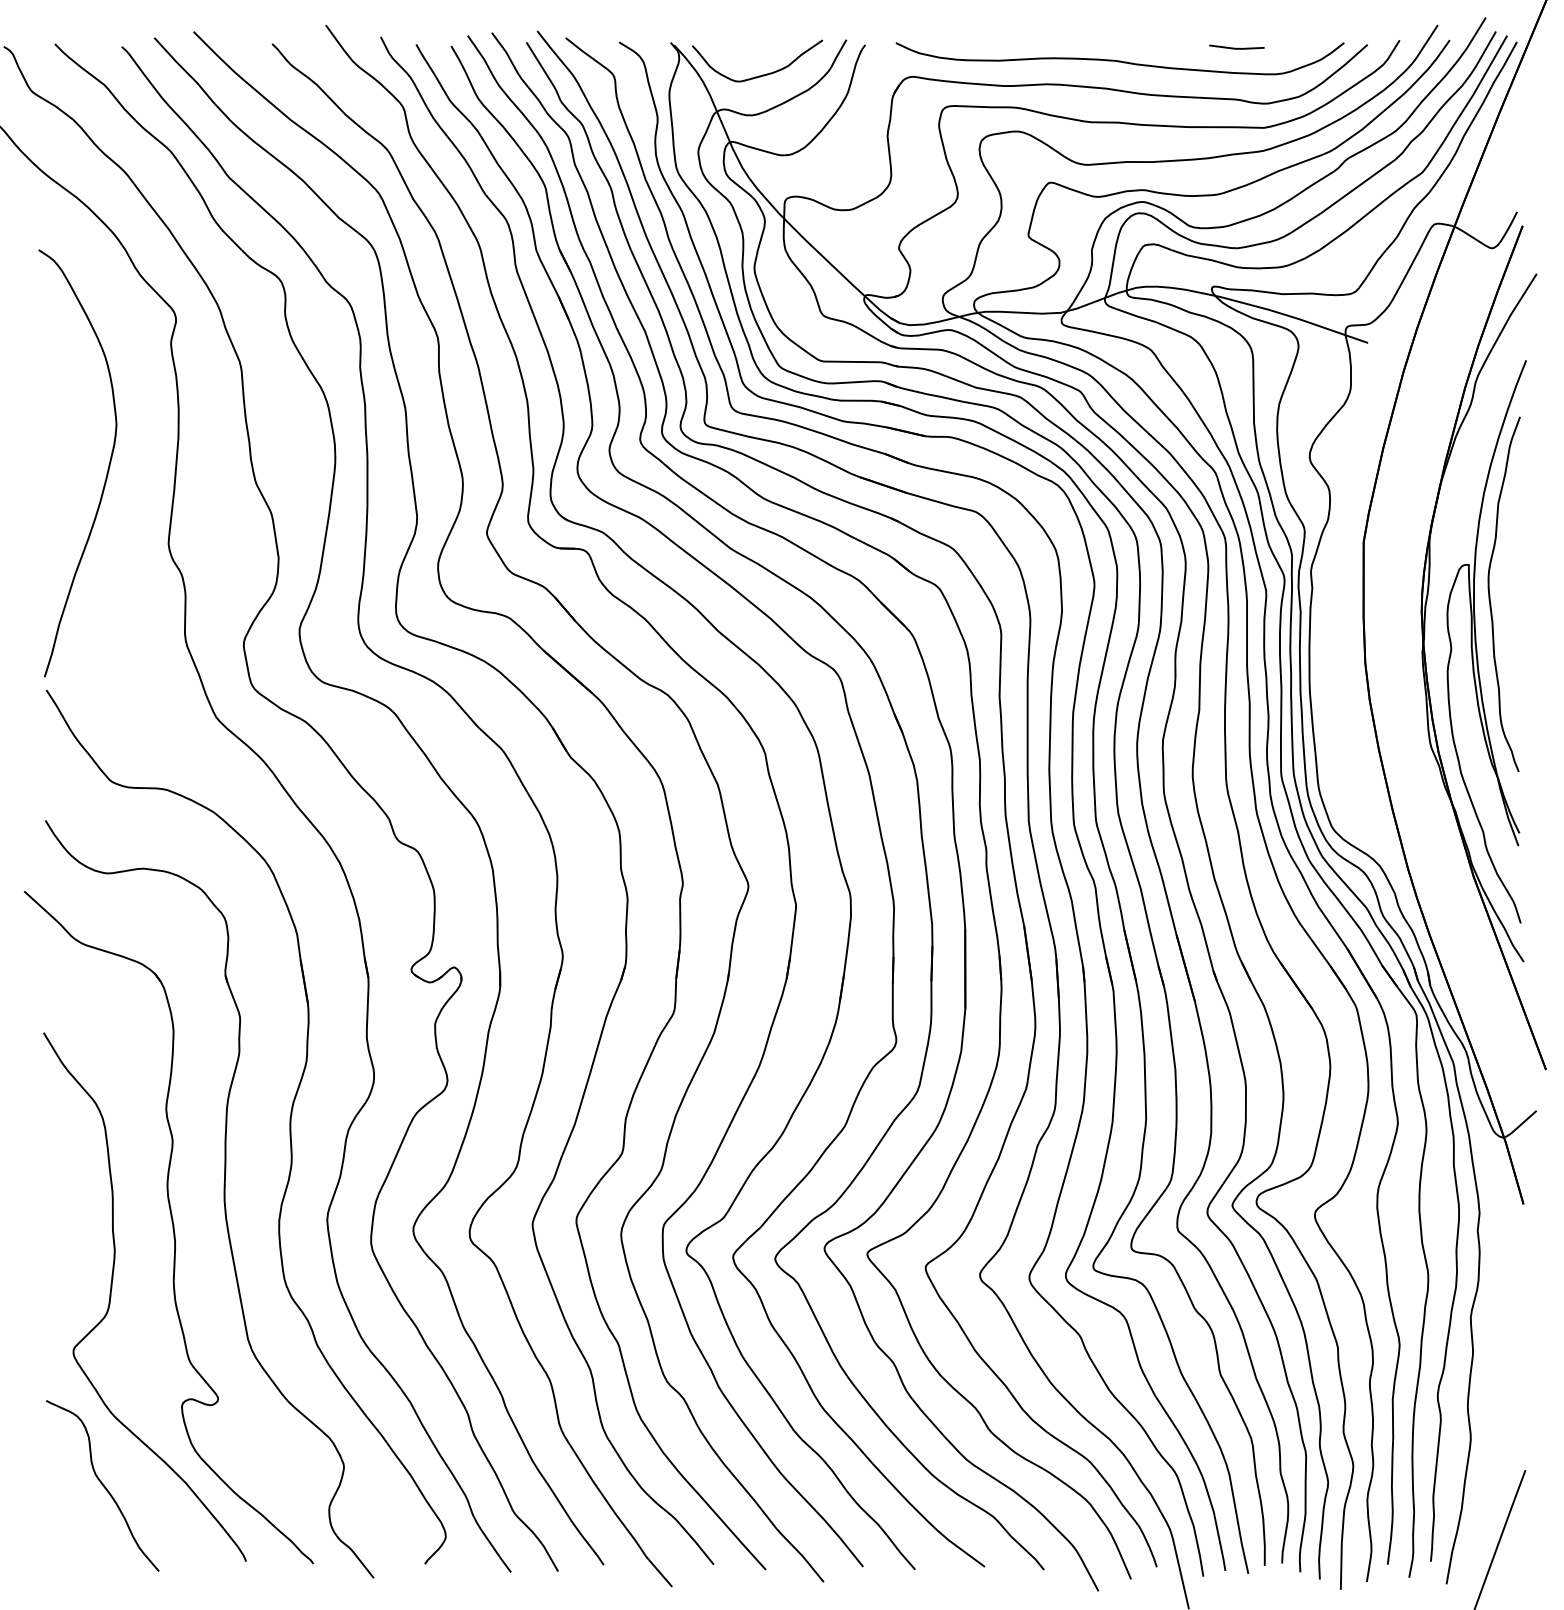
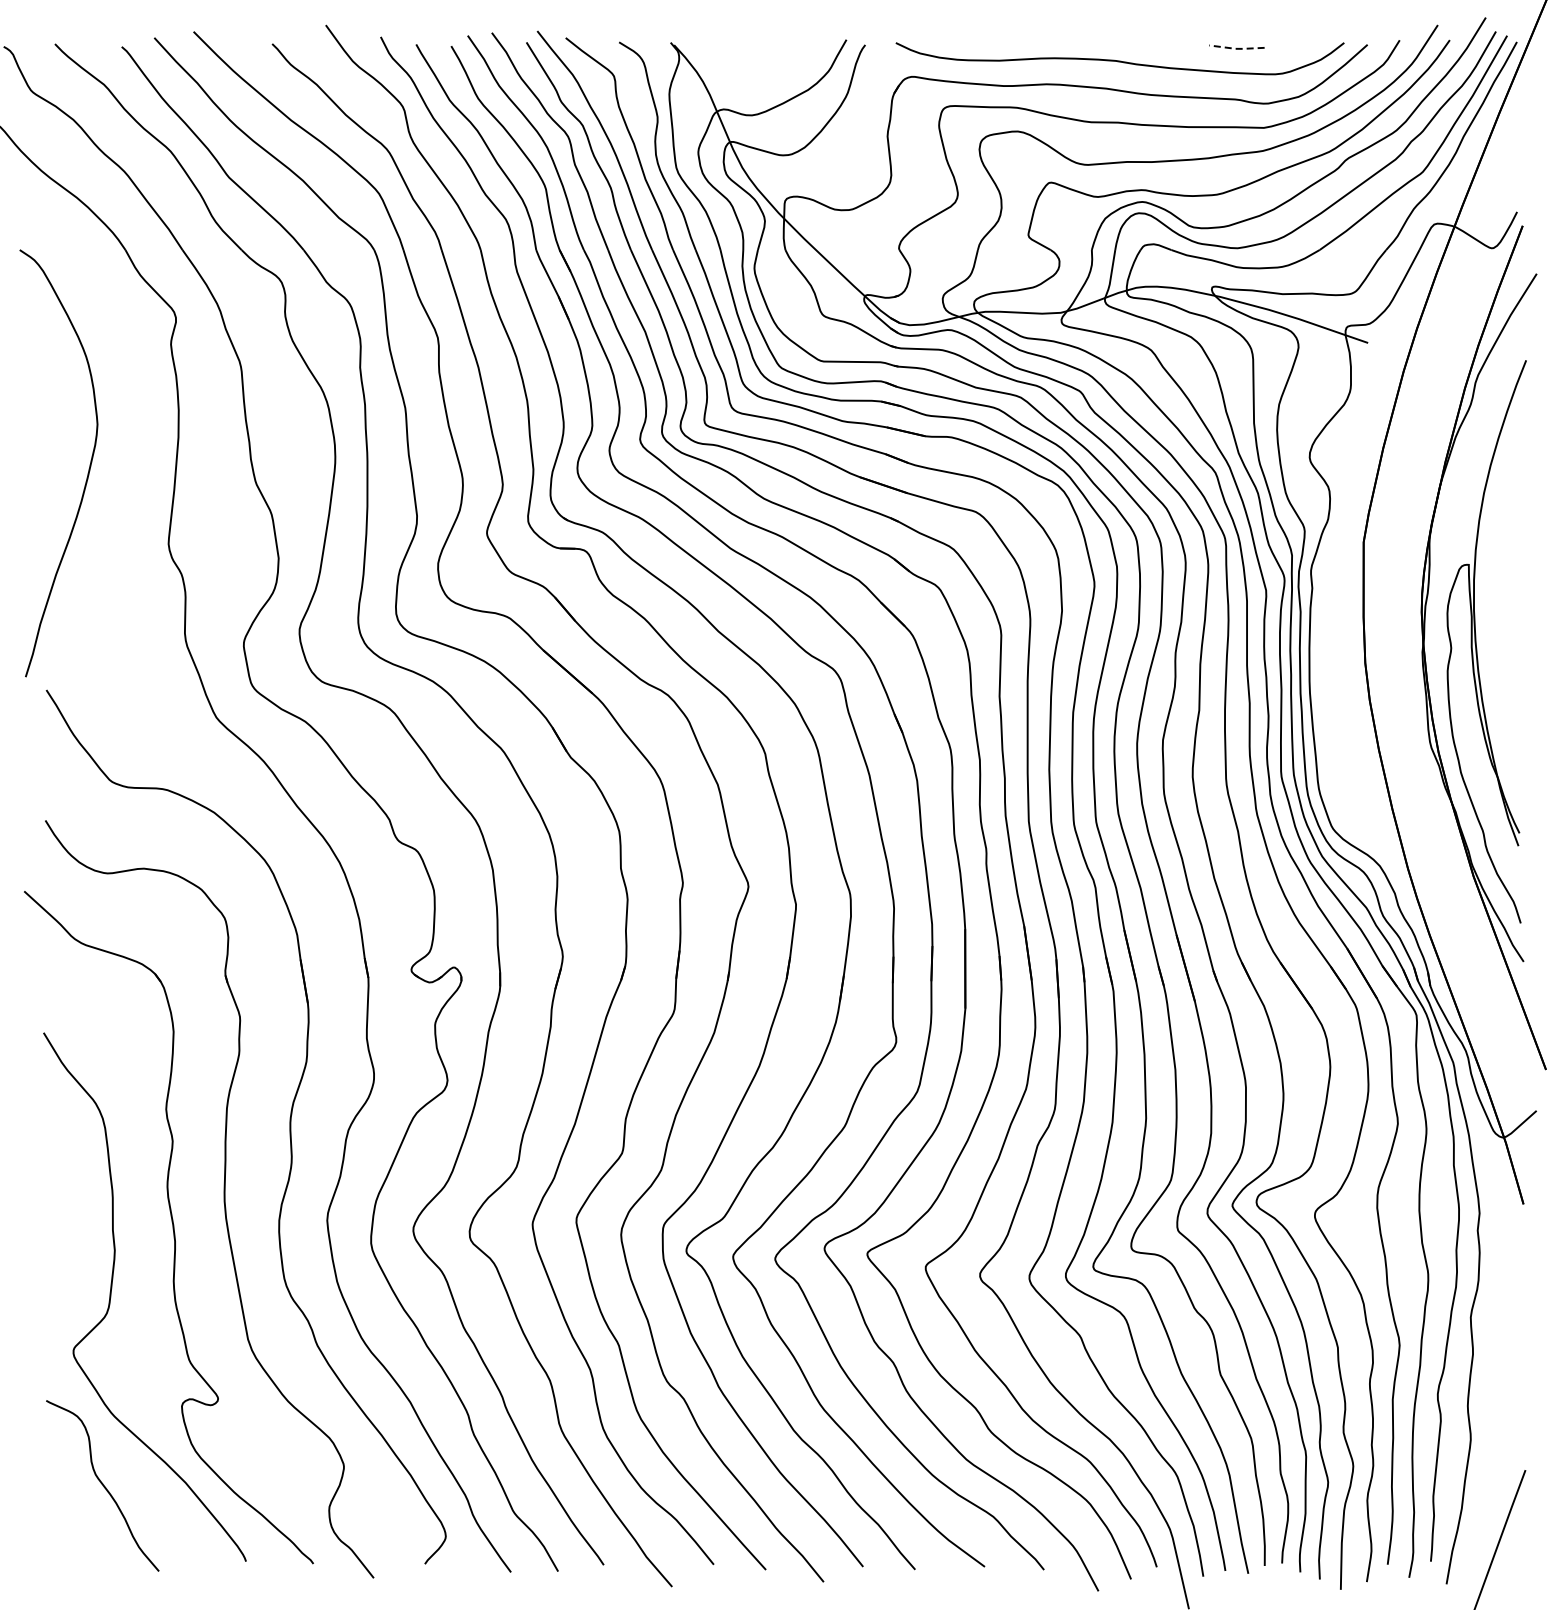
line at (1236, 48): solid -> dashed
curve at (762, 74): present -> none
curve at (107, 468) position: (107, 468) -> (88, 468)
curve at (1490, 594): present -> none
